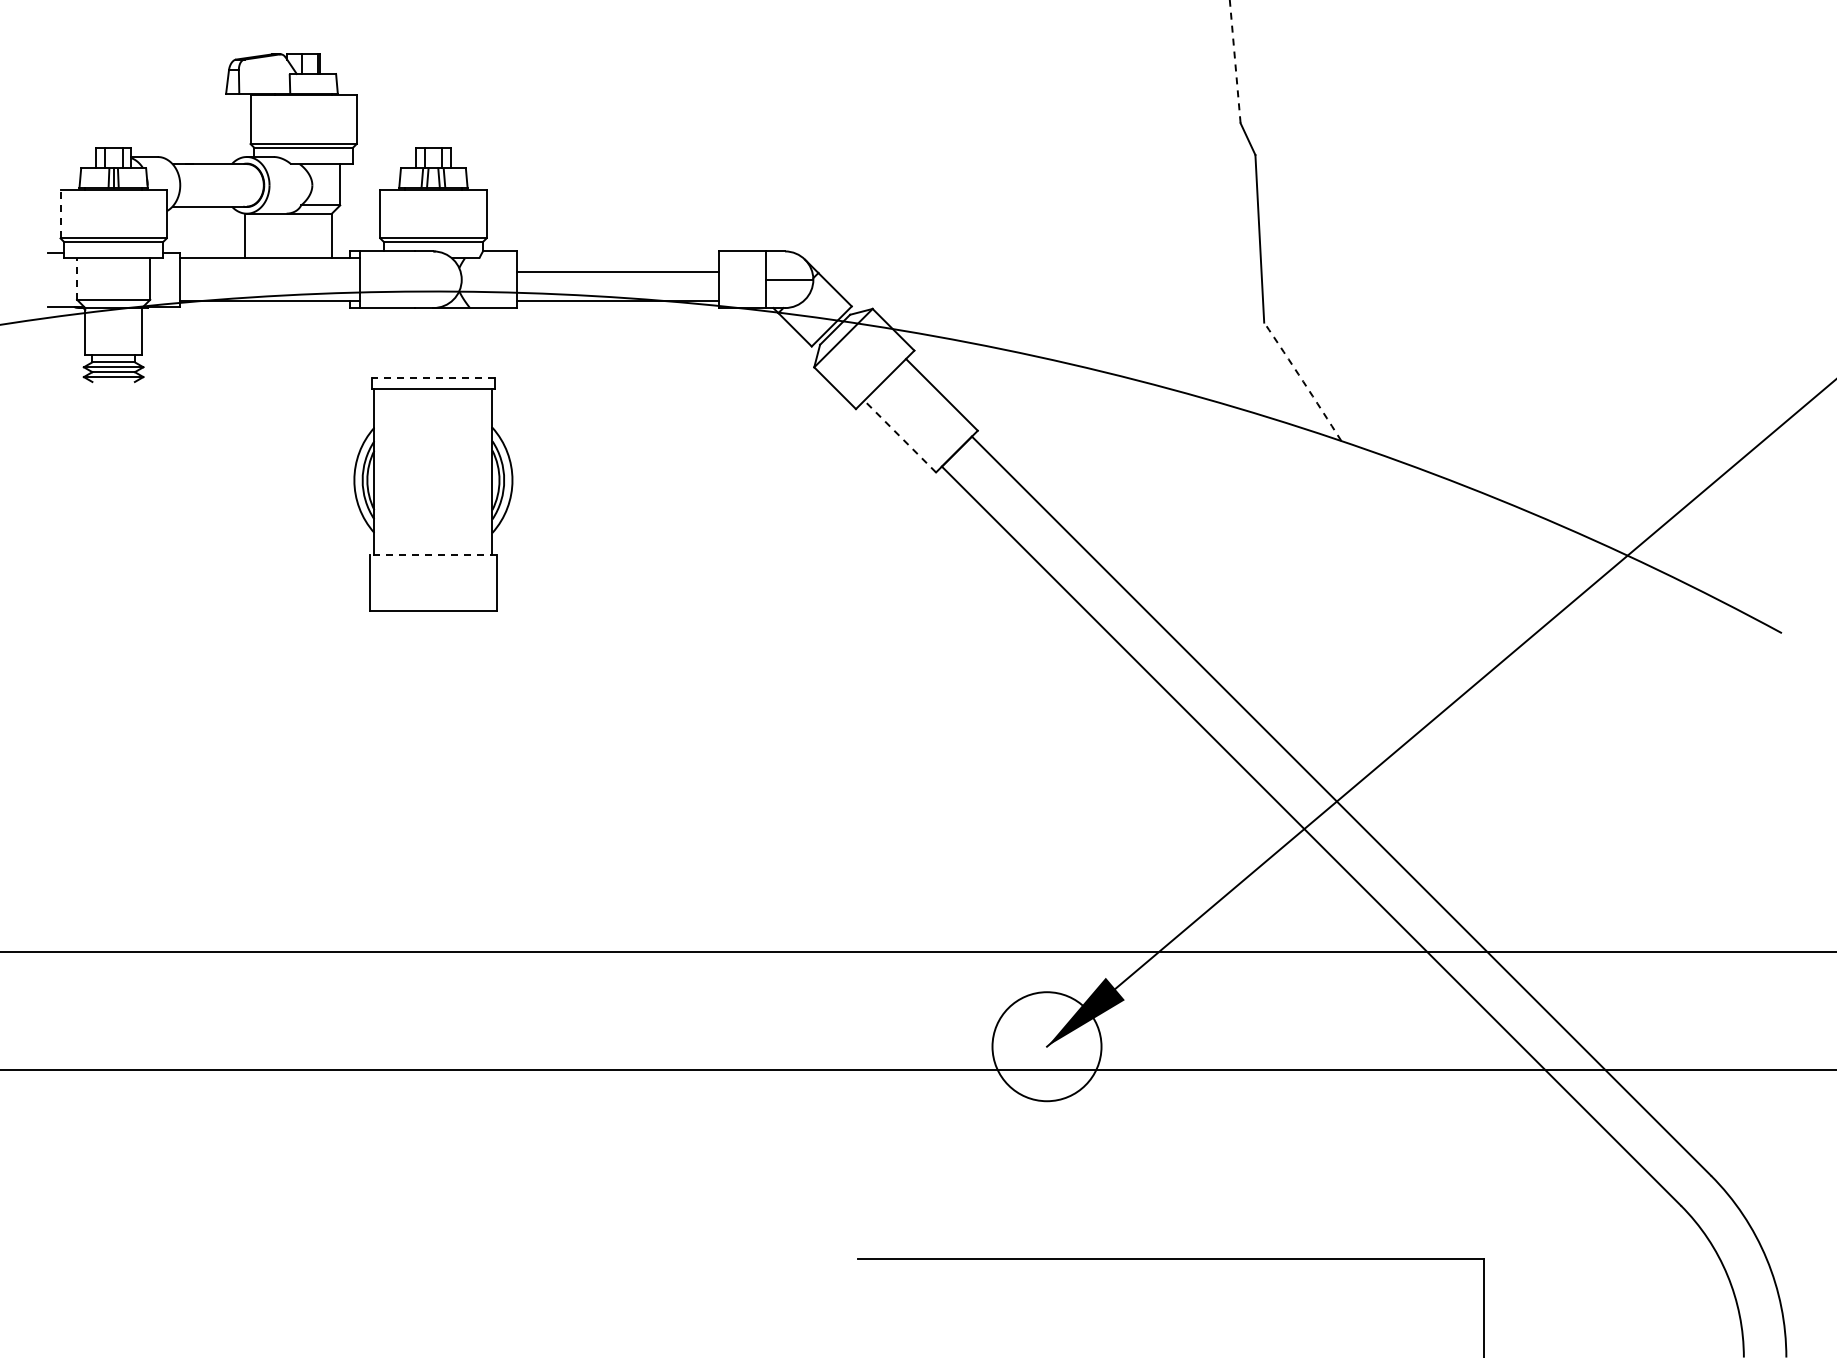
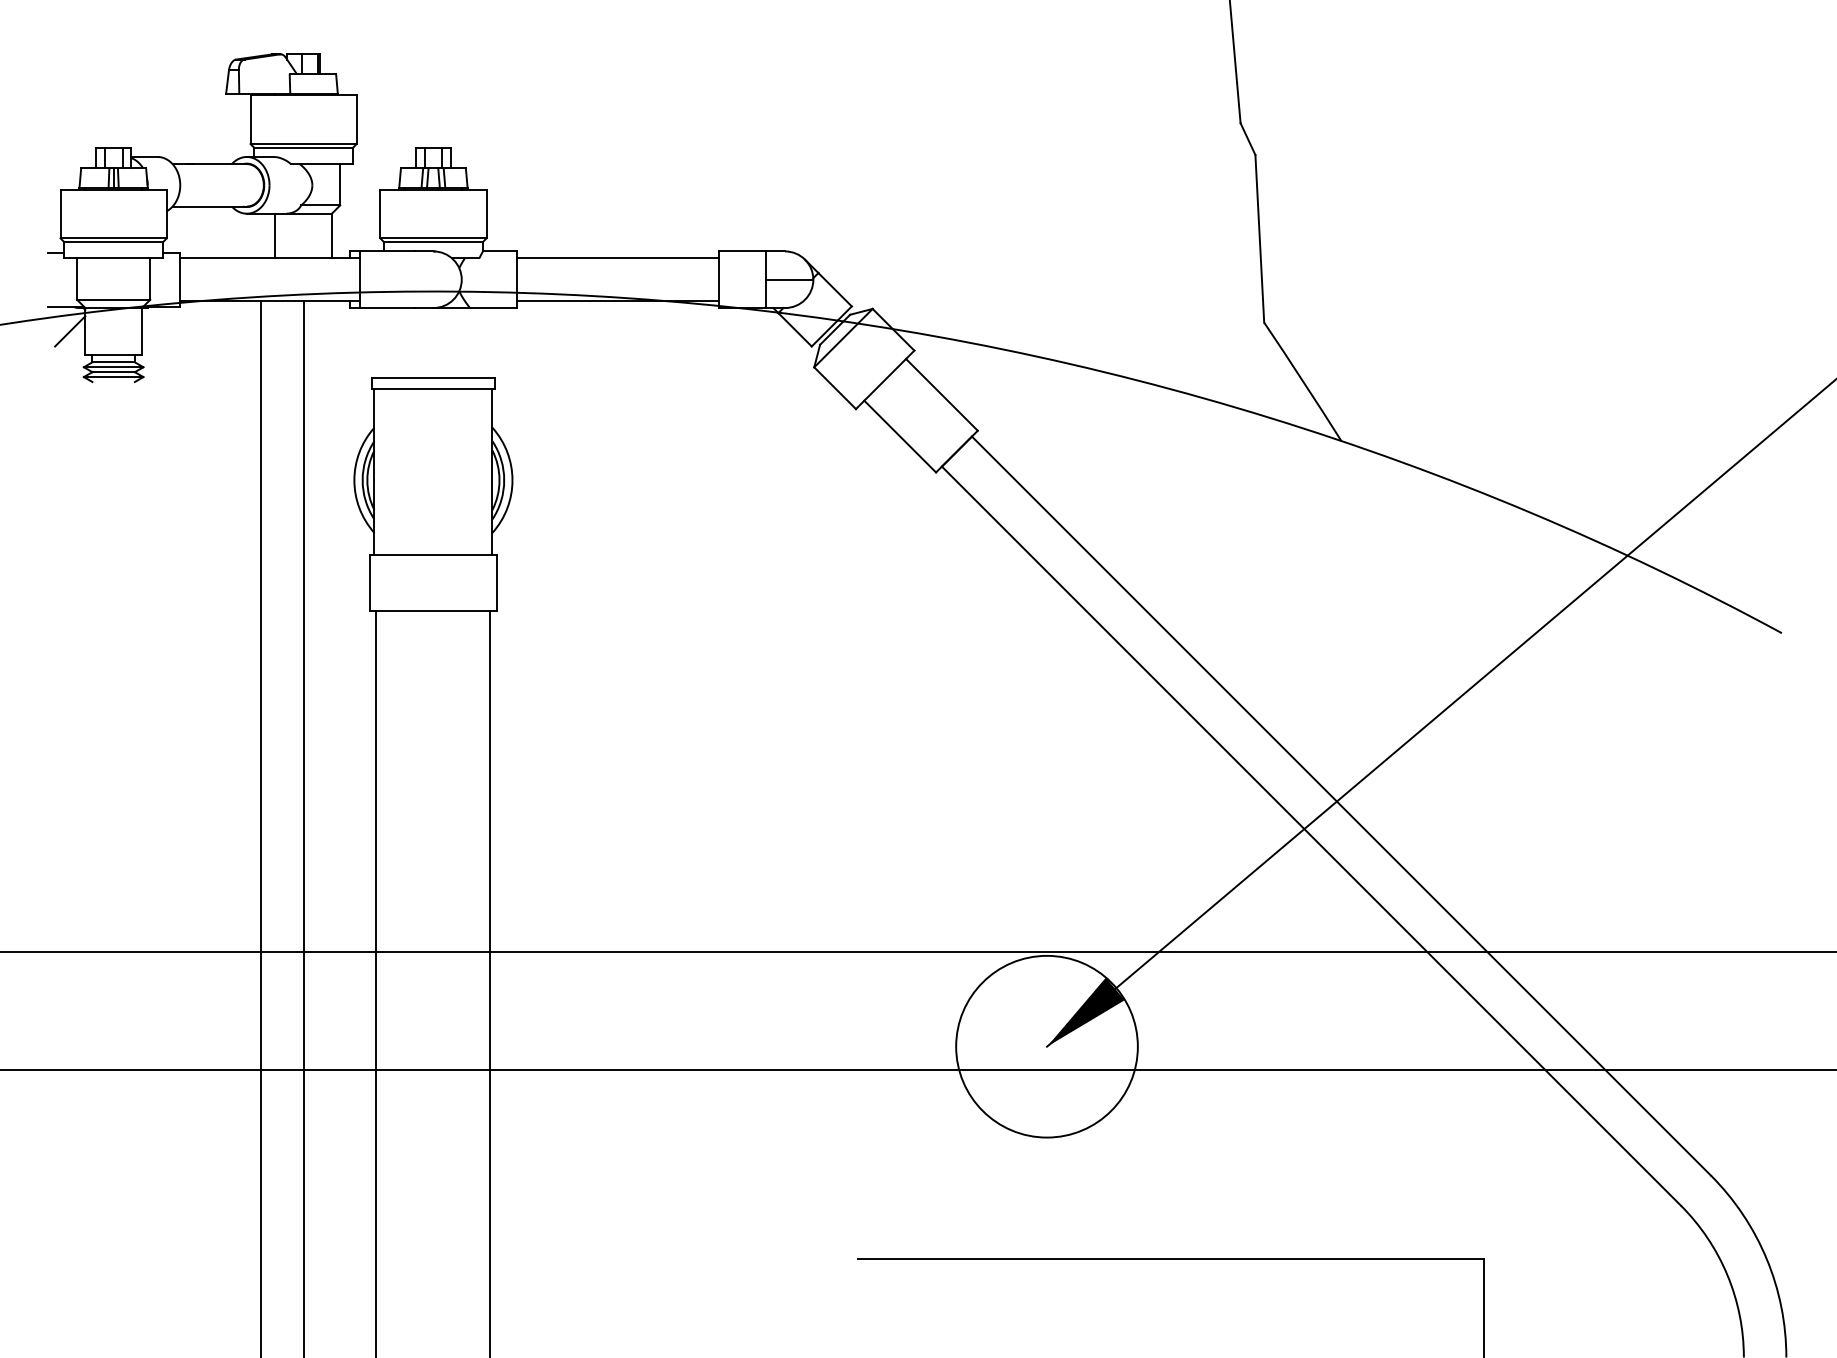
line at (1235, 61): dashed -> solid
line at (60, 213): dashed -> solid
line at (245, 235) position: (245, 235) -> (275, 235)
line at (617, 272) position: (617, 272) -> (617, 258)
line at (77, 279): dashed -> solid
line at (70, 331): none -> present
line at (432, 377): dashed -> solid
arc at (1303, 381): dashed -> solid
line at (900, 436): dashed -> solid
line at (433, 555): dashed -> solid
line at (261, 827): none -> present
line at (303, 827): none -> present
line at (376, 982): none -> present
line at (490, 982): none -> present
circle at (1046, 1046) diameter: 109 px -> 182 px
